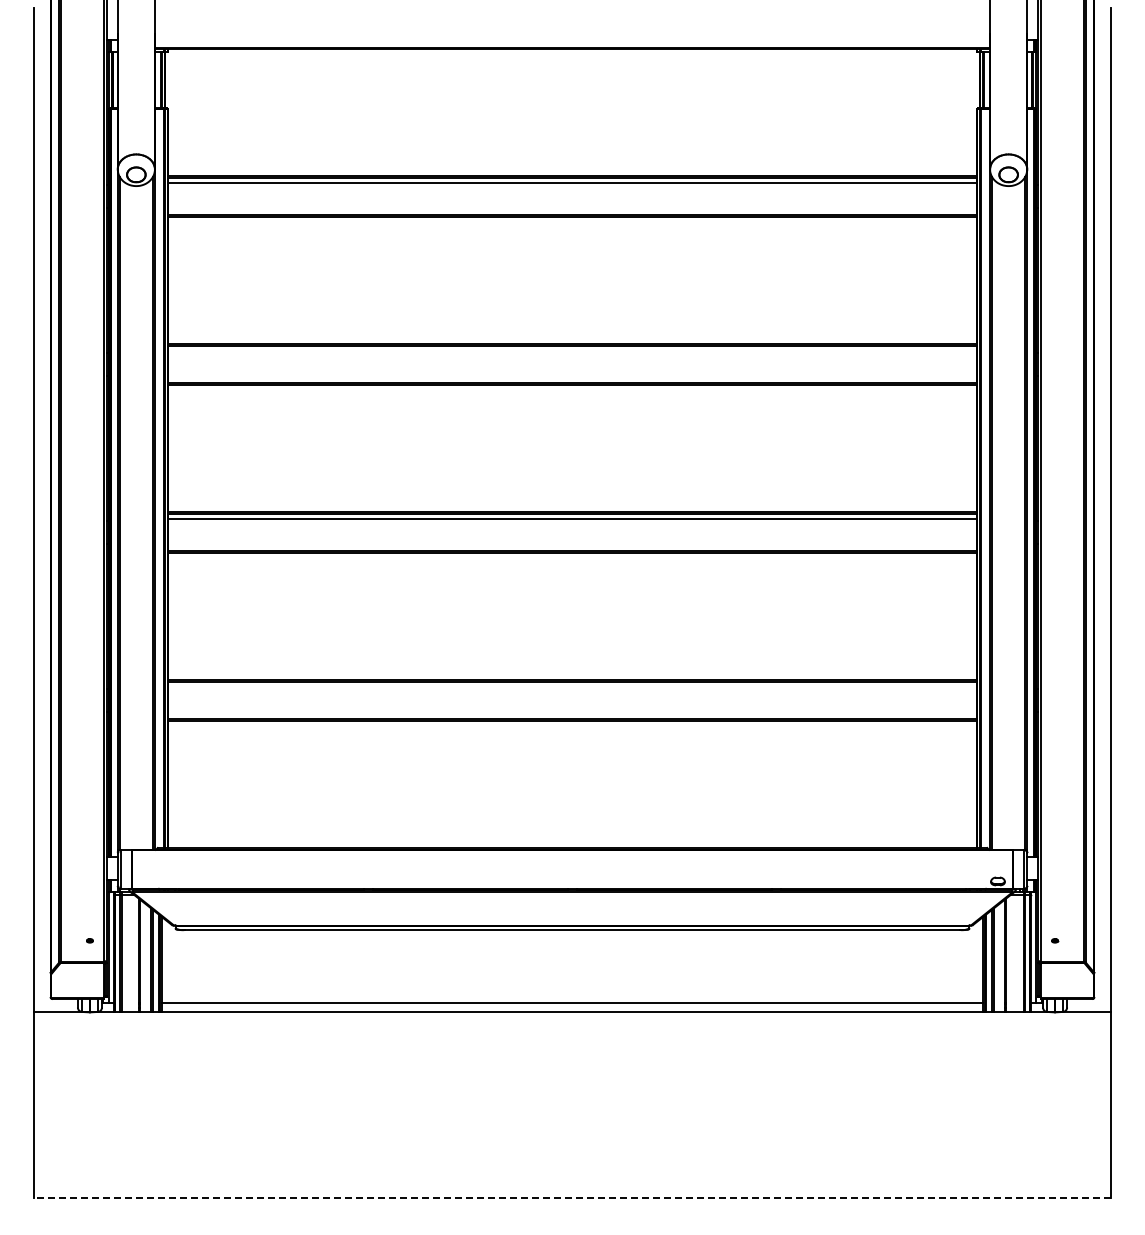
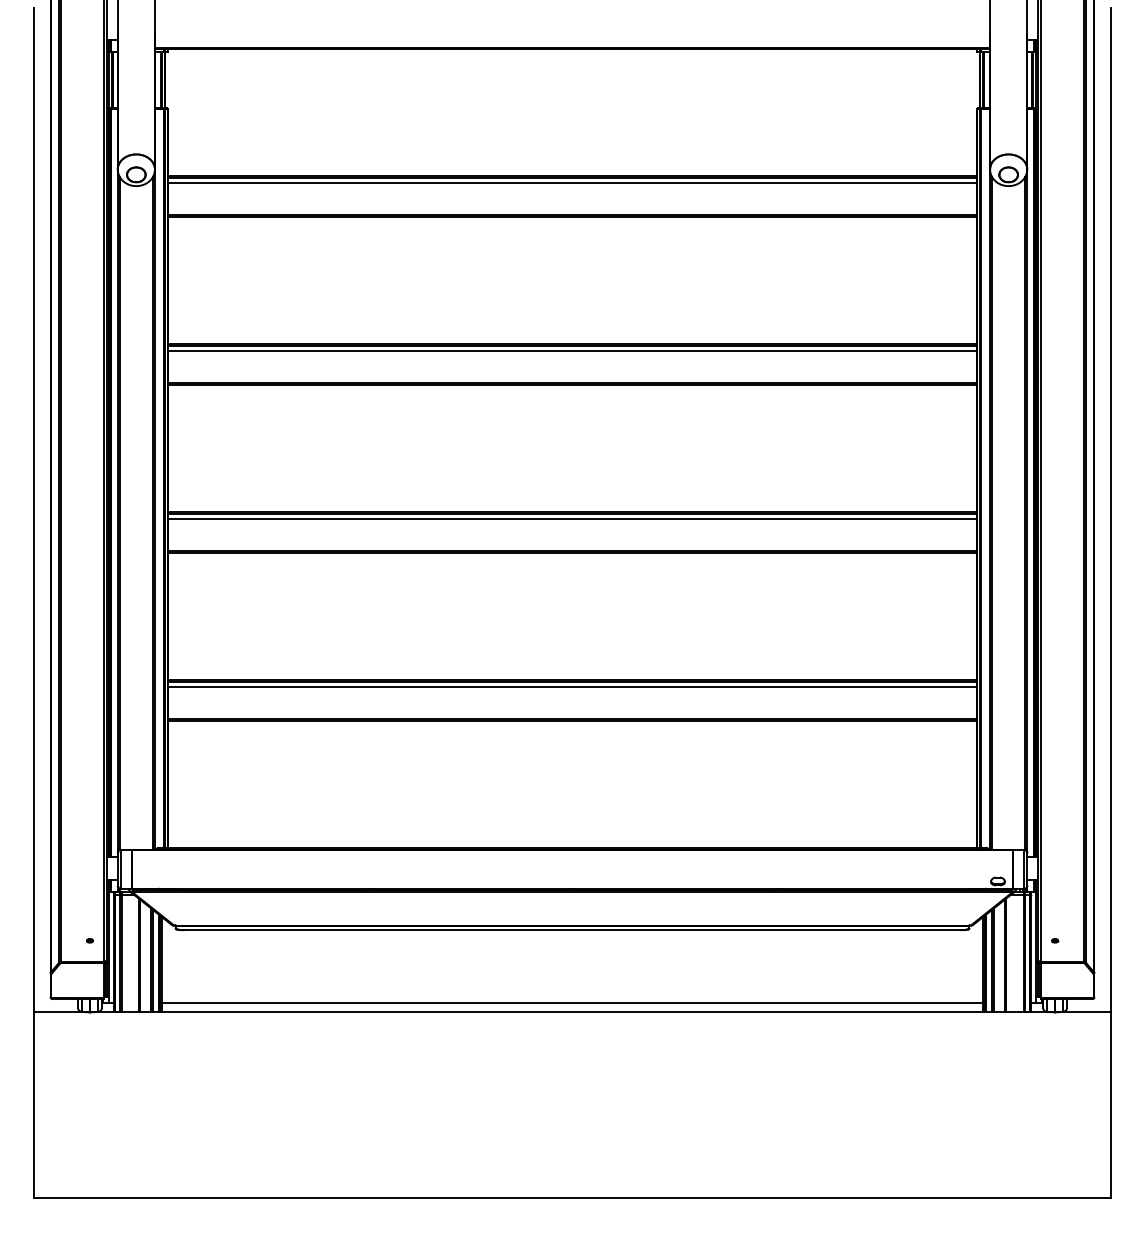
line at (572, 350): none -> present
line at (572, 686): none -> present
line at (572, 1197): dashed -> solid
